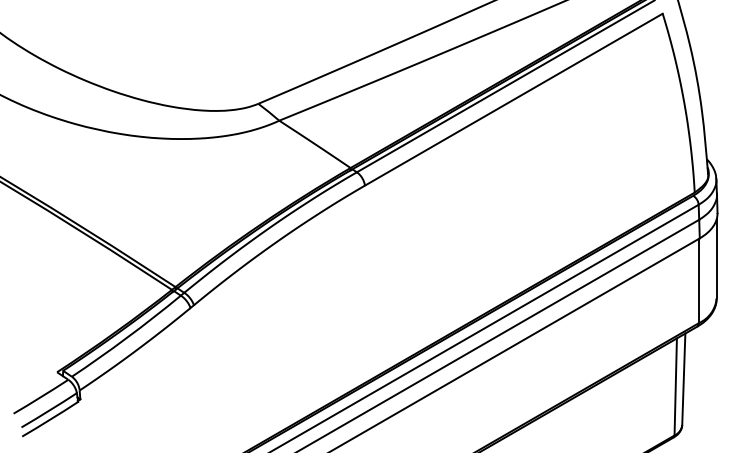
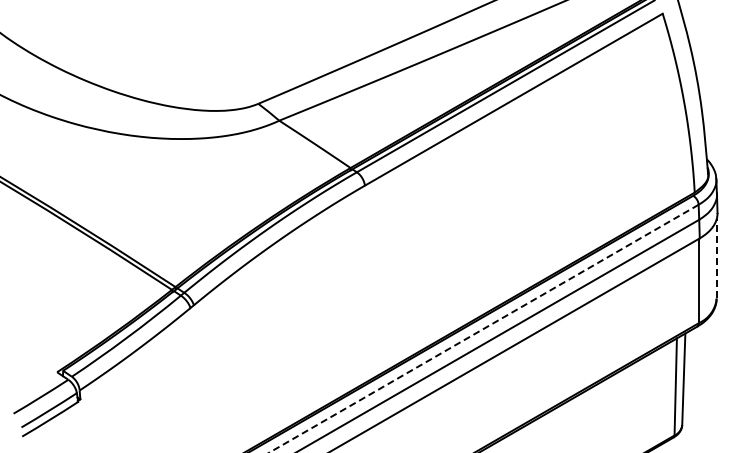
line at (716, 258): solid -> dashed
line at (484, 328): solid -> dashed
